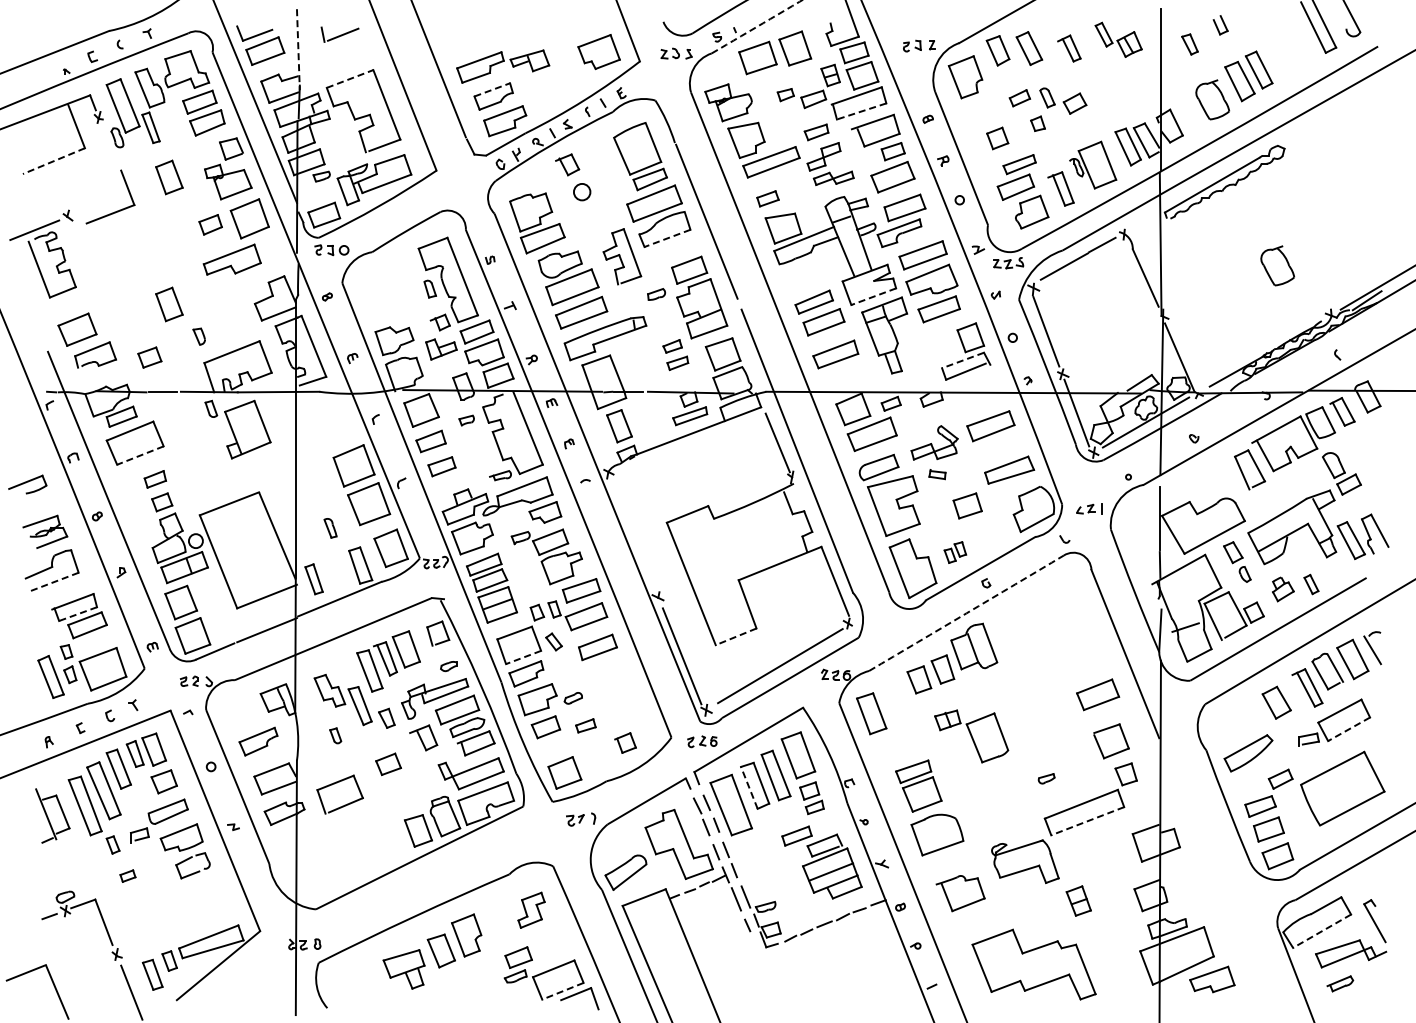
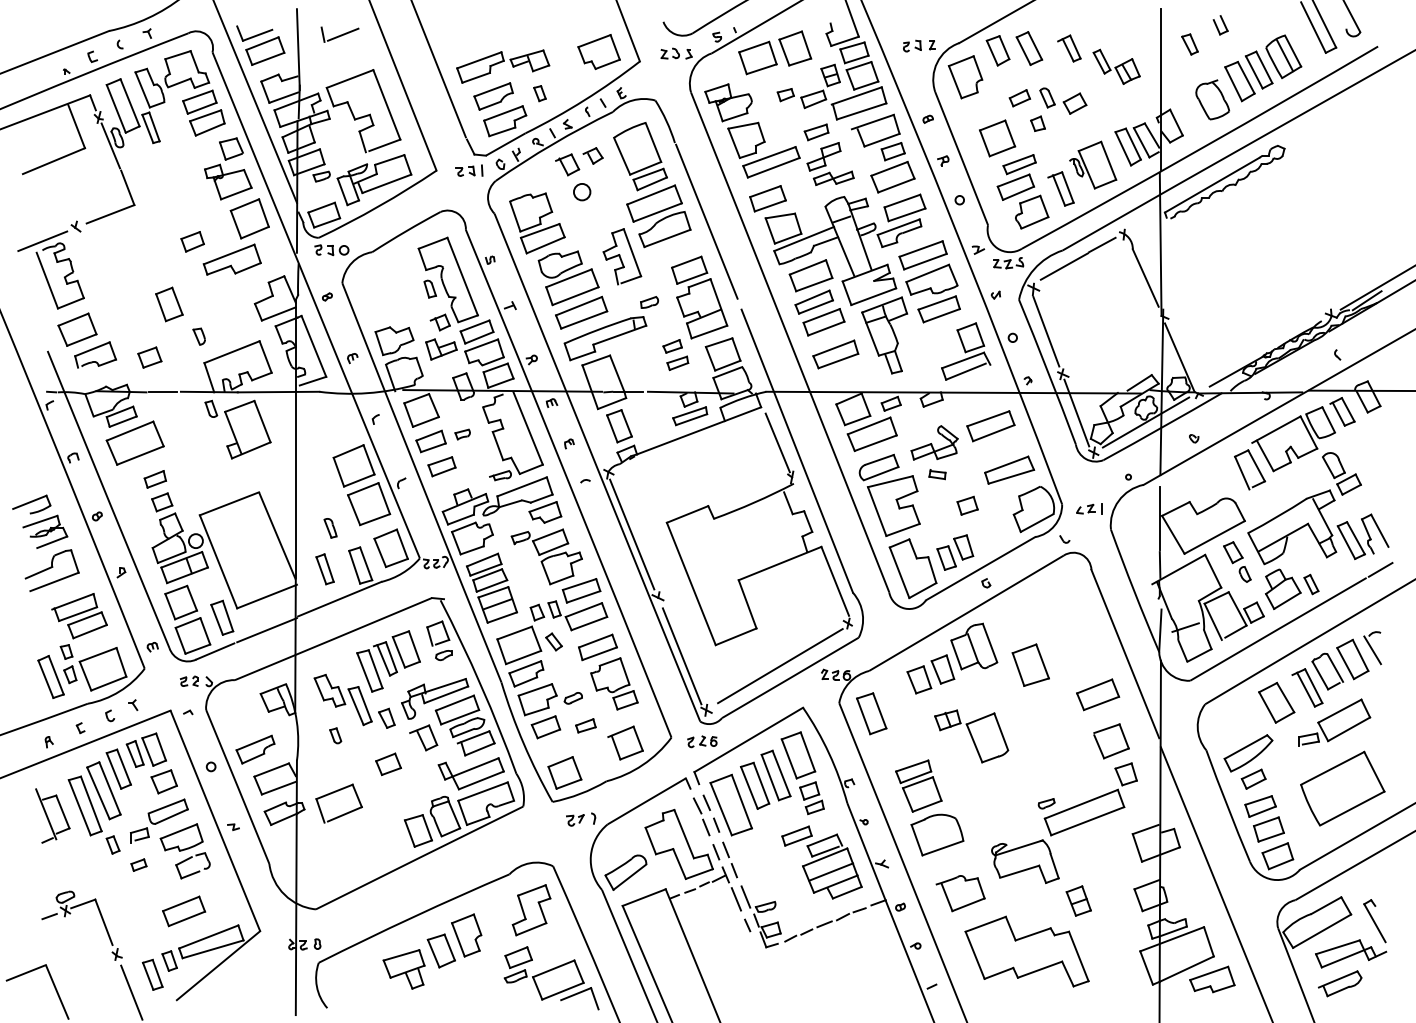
arc at (757, 26): dashed -> solid
part at (1118, 39) position: (1118, 39) -> (1116, 66)
line at (298, 49): dashed -> solid
part at (1283, 56): none -> present
line at (350, 79): dashed -> solid
line at (492, 89): dashed -> solid
part at (539, 93): none -> present
line at (861, 111): dashed -> solid
part at (997, 138) size: 24x25 px -> 38x39 px
line at (110, 145): none -> present
part at (592, 155): none -> present
line at (53, 161): dashed -> solid
part at (469, 170): none -> present
part at (169, 177): present -> none
part at (767, 198) size: 24x18 px -> 38x28 px
part at (210, 224) position: (210, 224) -> (192, 241)
line at (667, 238): dashed -> solid
part at (48, 251) position: (48, 251) -> (56, 262)
part at (1277, 265): present -> none
part at (810, 275): none -> present
part at (656, 294) position: (656, 294) -> (649, 302)
line at (873, 296): dashed -> solid
line at (962, 360): dashed -> solid
part at (466, 420) position: (466, 420) -> (462, 434)
line at (139, 455): dashed -> solid
part at (27, 484) position: (27, 484) -> (31, 504)
part at (967, 505) size: 31x28 px -> 23x21 px
line at (632, 534): none -> present
part at (955, 552) size: 25x23 px -> 39x37 px
line at (1380, 569): none -> present
part at (313, 579) position: (313, 579) -> (324, 569)
line at (54, 581): dashed -> solid
part at (1283, 589) size: 23x27 px -> 37x43 px
arc at (966, 613): dashed -> solid
line at (77, 614): dashed -> solid
part at (222, 617): none -> present
line at (735, 636): dashed -> solid
line at (523, 657): dashed -> solid
part at (1030, 664): none -> present
part at (448, 666) position: (448, 666) -> (443, 655)
part at (614, 683): none -> present
part at (1276, 702) size: 31x35 px -> 38x43 px
line at (1348, 729): dashed -> solid
part at (258, 741) position: (258, 741) -> (255, 749)
part at (625, 742) size: 23x22 px -> 37x36 px
part at (1046, 778) position: (1046, 778) -> (1046, 803)
part at (1280, 778) position: (1280, 778) -> (1253, 778)
part at (337, 783) position: (337, 783) -> (336, 792)
line at (749, 787): dashed -> solid
line at (1087, 821): dashed -> solid
part at (127, 875) position: (127, 875) -> (138, 864)
line at (1215, 883): none -> present
part at (531, 909) size: 29x38 px -> 41x53 px
part at (184, 911): none -> present
line at (1321, 931): dashed -> solid
part at (1033, 964) position: (1033, 964) -> (1026, 951)
part at (1340, 983) size: 29x18 px -> 45x28 px
line at (562, 991): dashed -> solid
